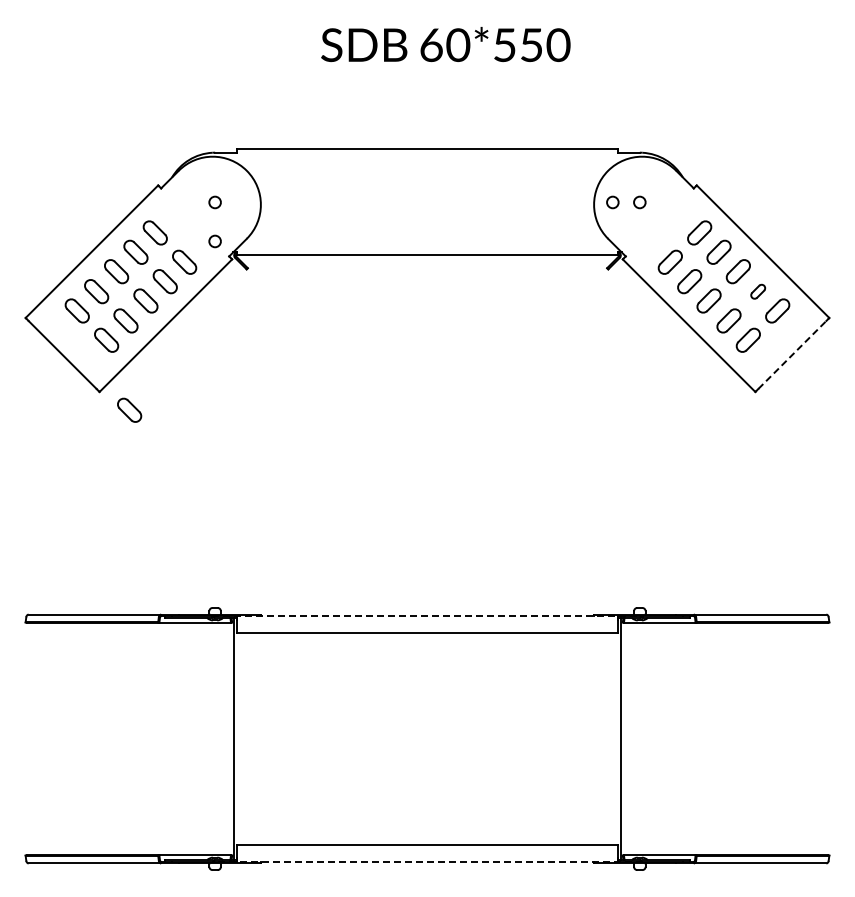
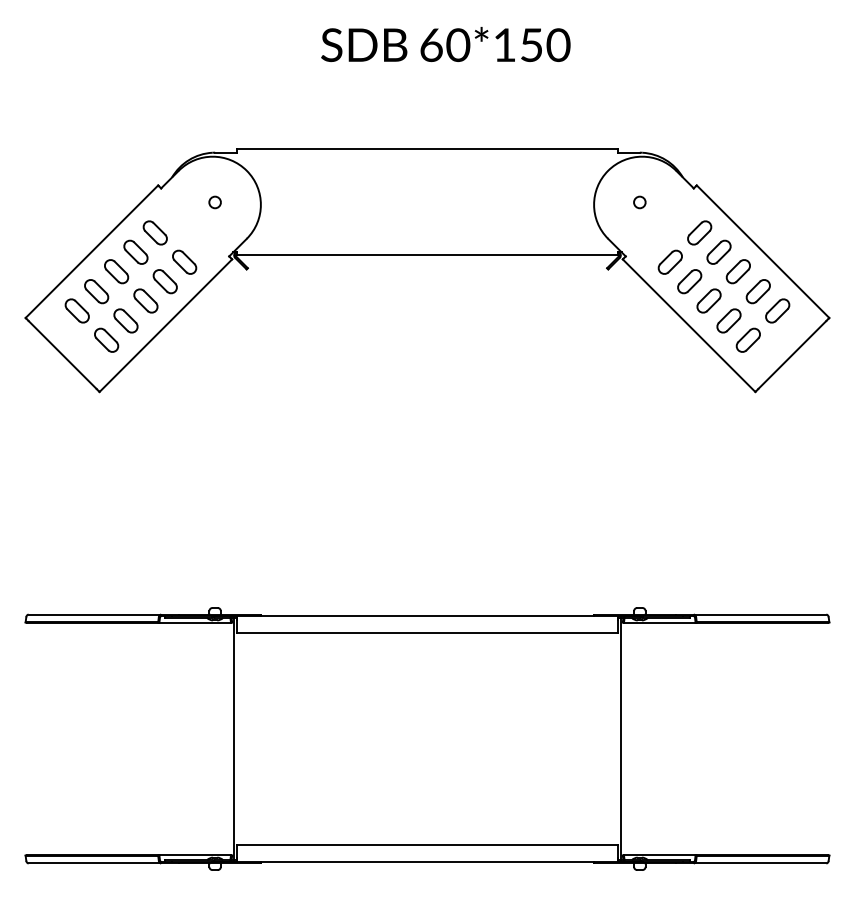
text at (504, 45): 60*550 -> 60*150
circle at (612, 202): present -> none
circle at (214, 241): present -> none
part at (758, 291) size: 17x17 px -> 26x26 px
line at (792, 354): dashed -> solid
part at (129, 409): present -> none
line at (427, 616): dashed -> solid
line at (427, 861): dashed -> solid
